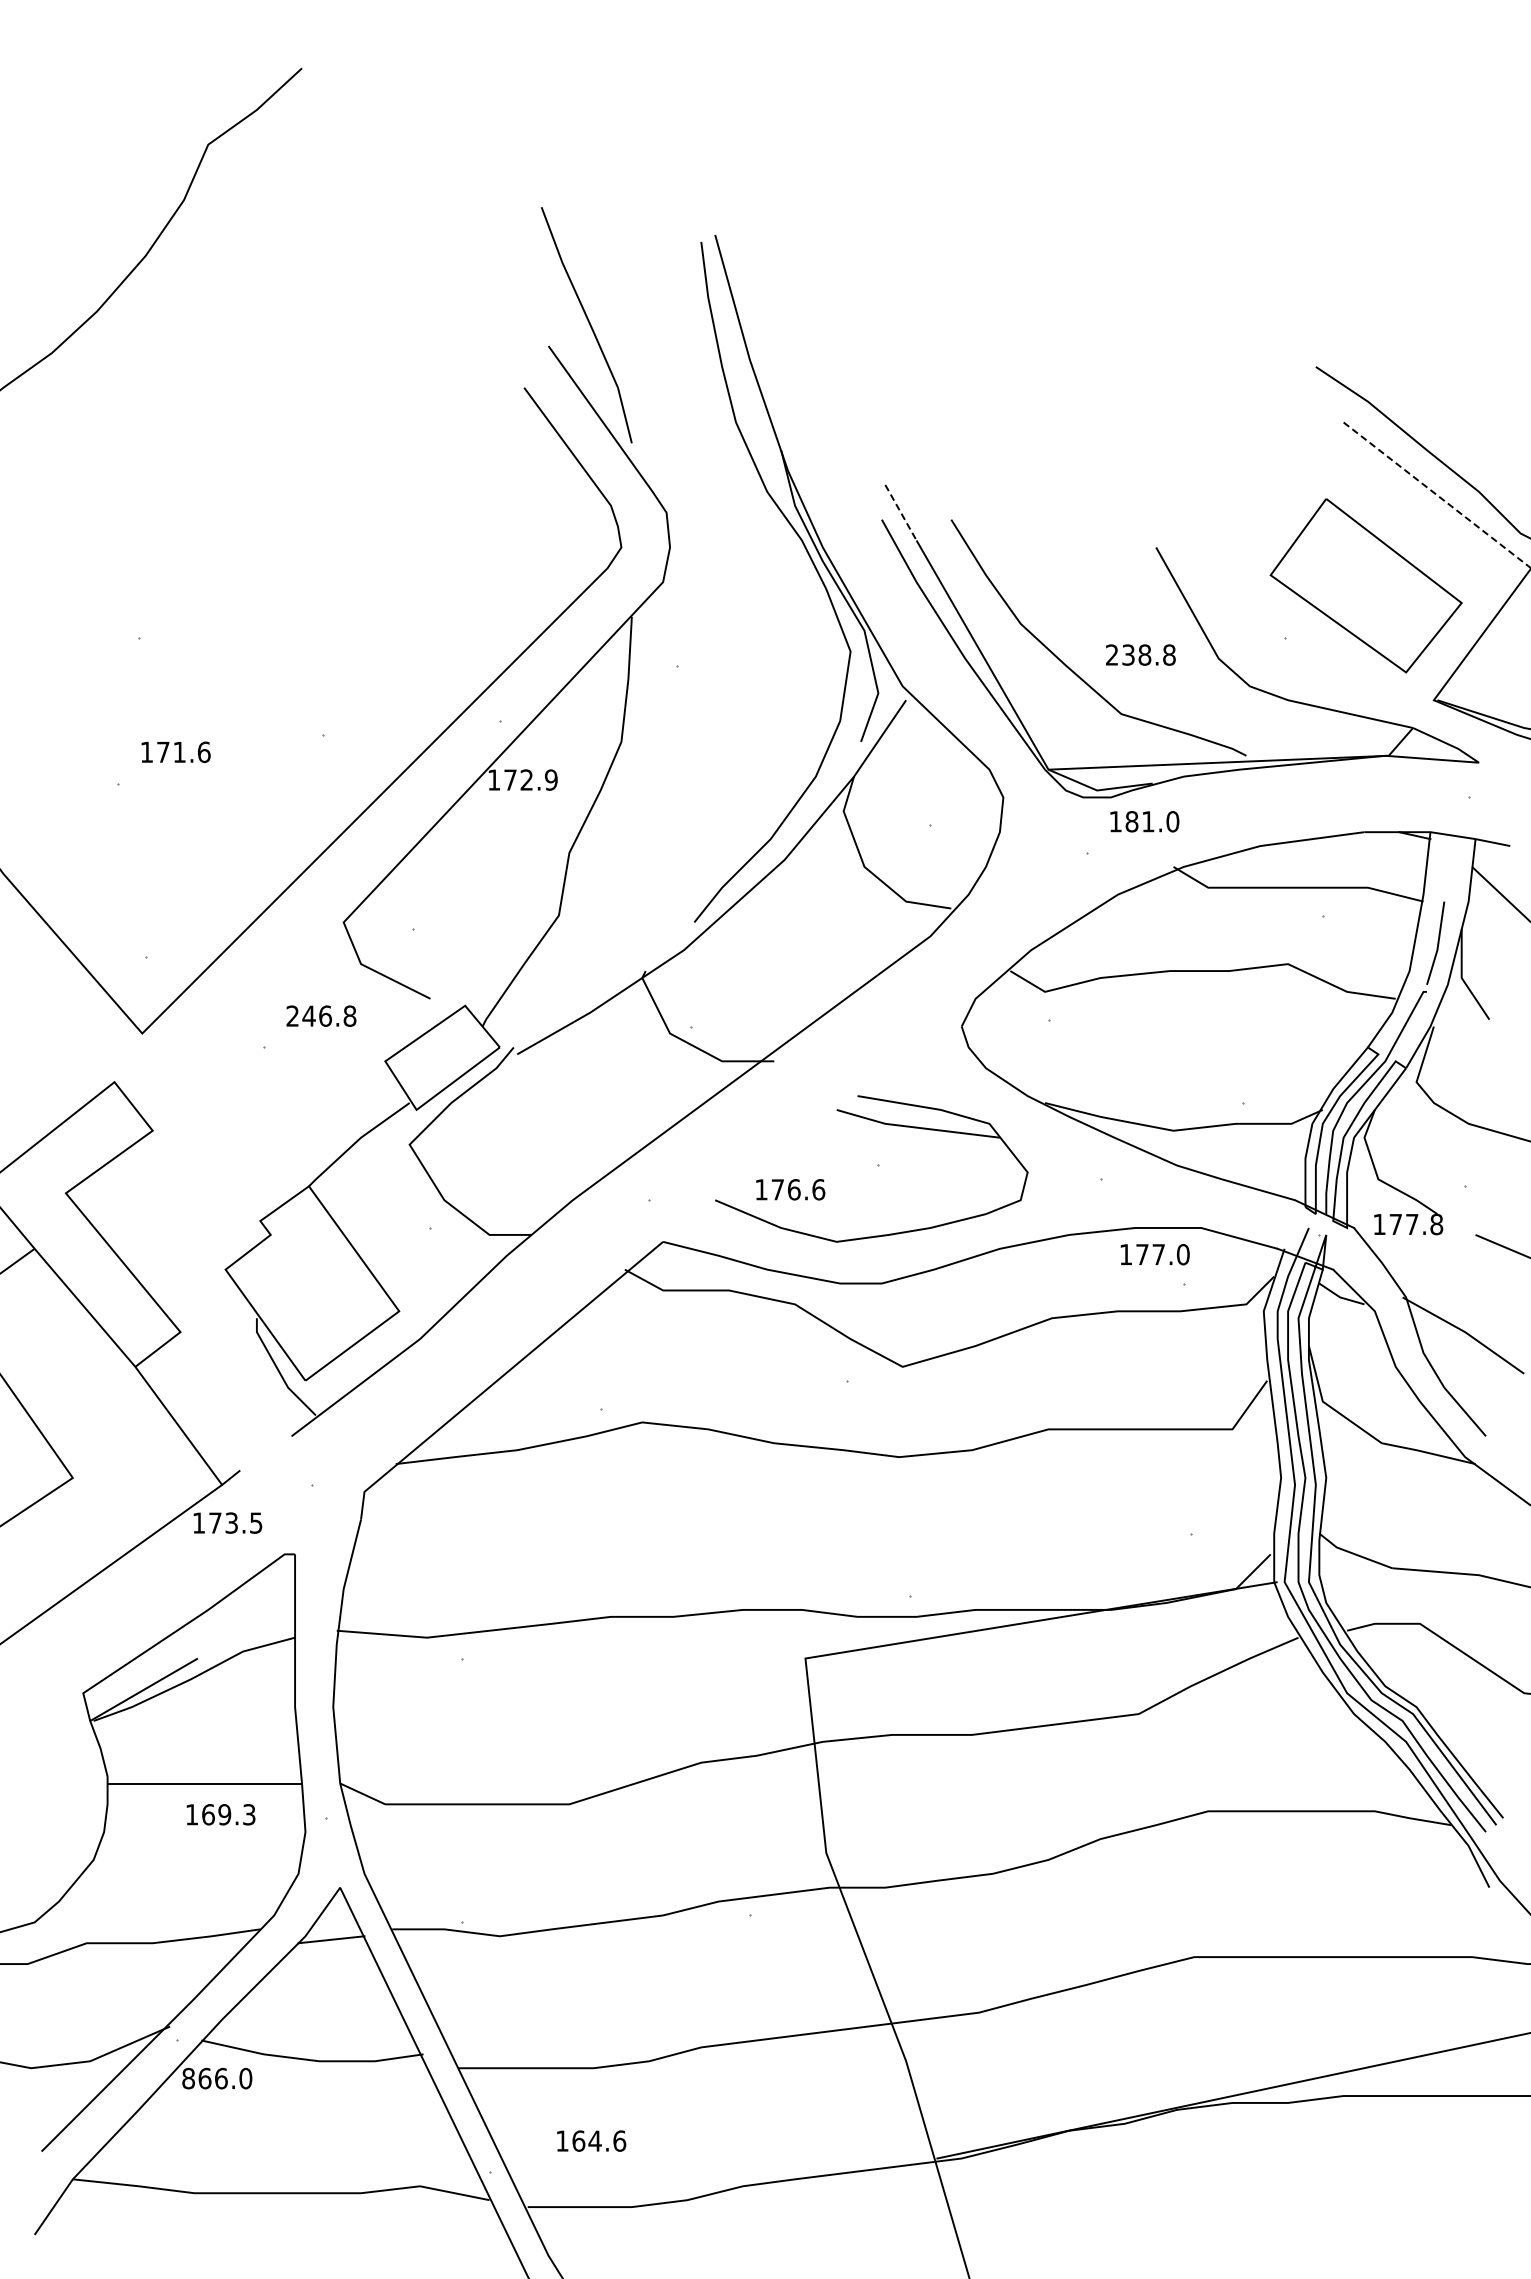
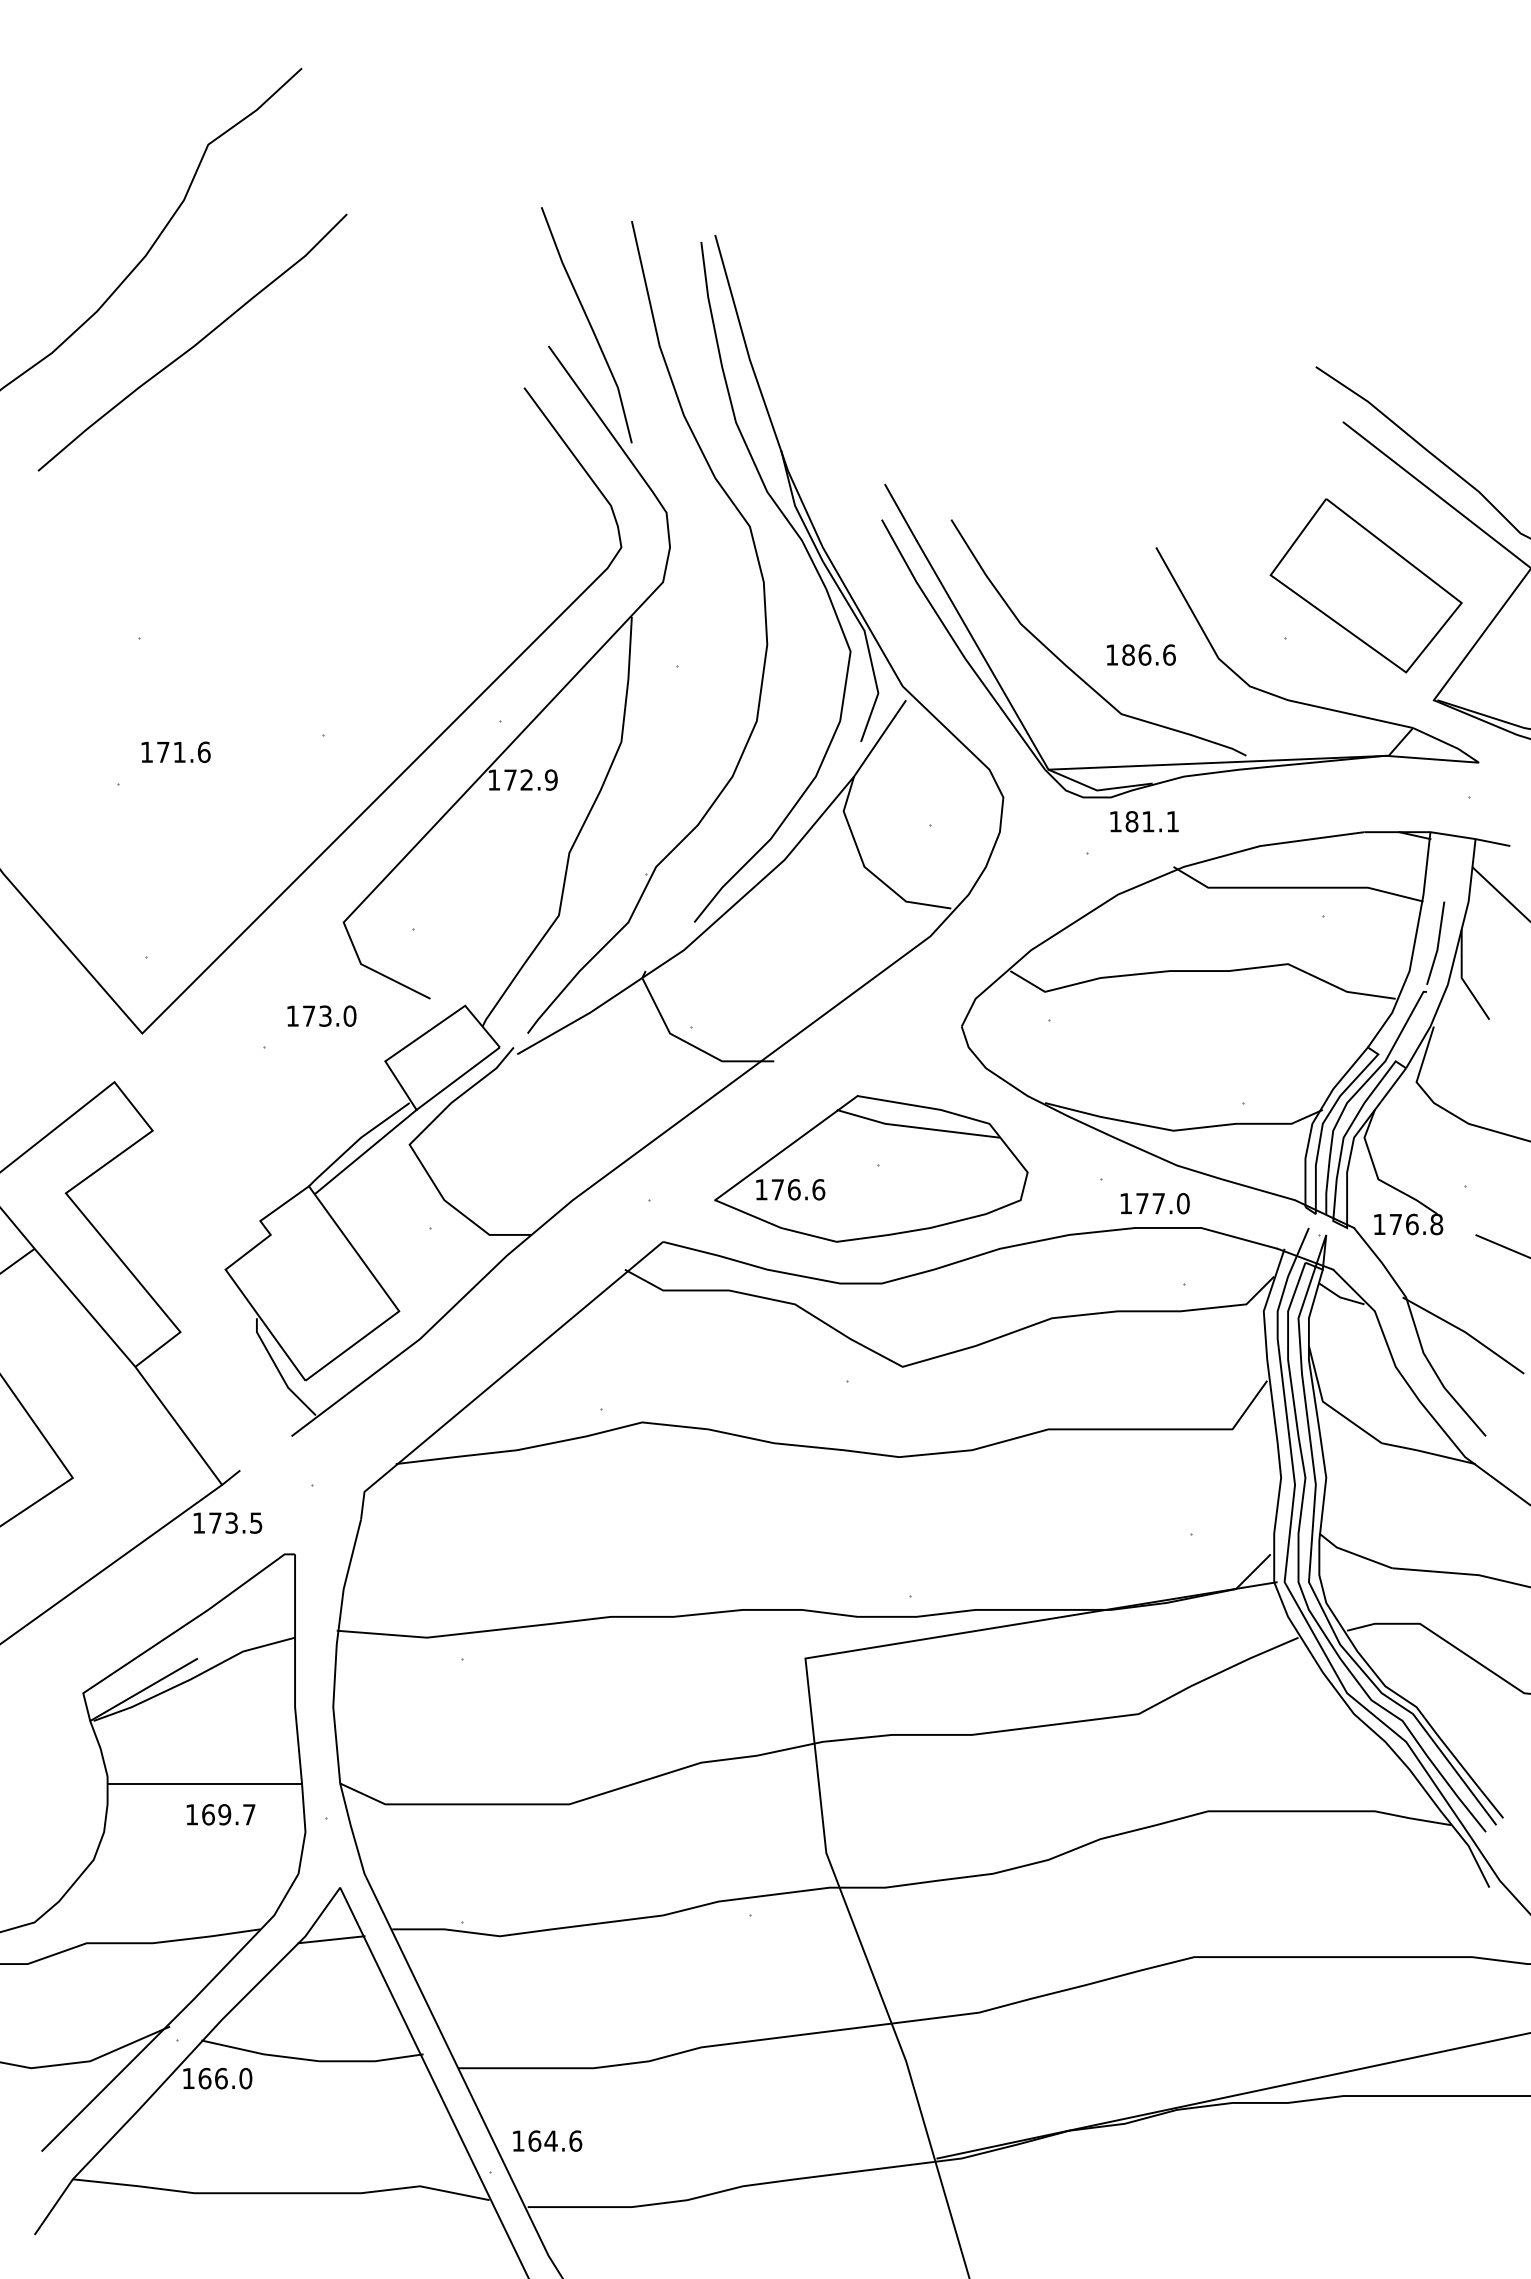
curve at (194, 344): none -> present
line at (1437, 495): dashed -> solid
line at (900, 512): dashed -> solid
part at (764, 618): none -> present
text at (1140, 654): 238.8 -> 186.6
text at (1172, 821): 181.0 -> 181.1
text at (321, 1015): 246.8 -> 173.0
line at (786, 1148): none -> present
line at (365, 1151): none -> present
text at (1412, 1224): 177.8 -> 176.8
text at (1154, 1254) position: (1154, 1254) -> (1154, 1203)
text at (249, 1814): 169.3 -> 169.7
text at (188, 2078): 866.0 -> 166.0
text at (591, 2140) position: (591, 2140) -> (547, 2140)
